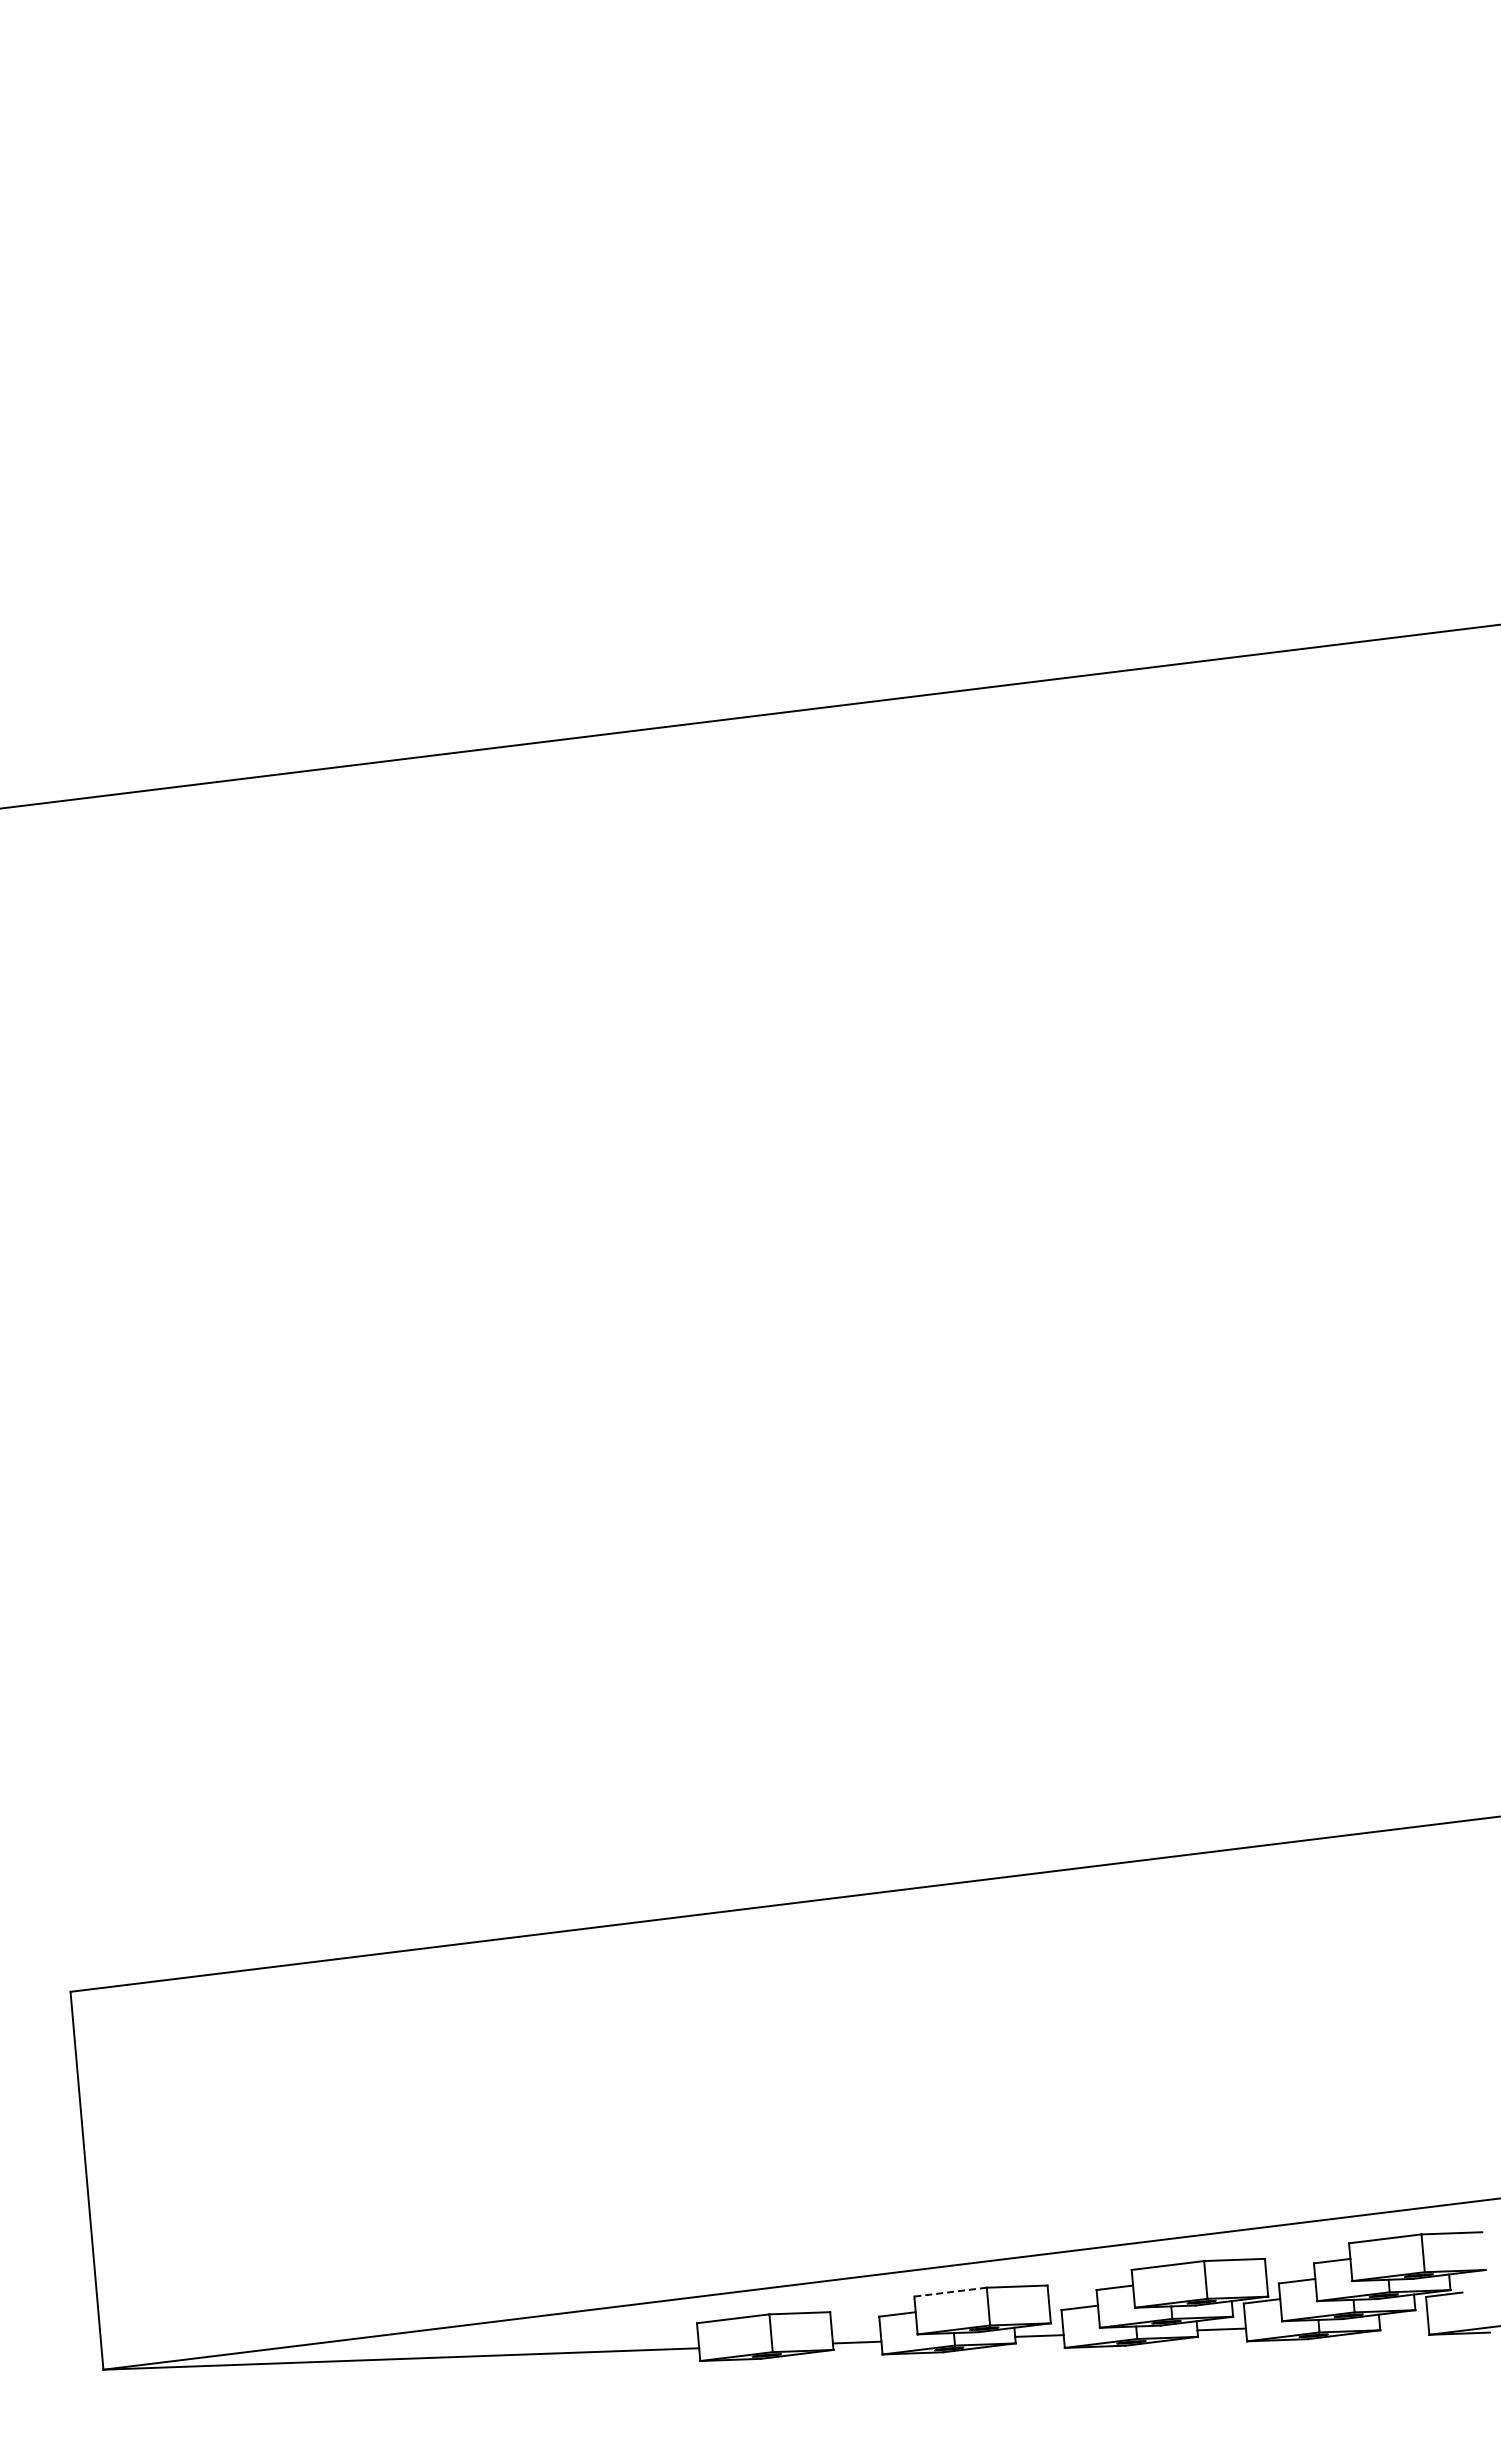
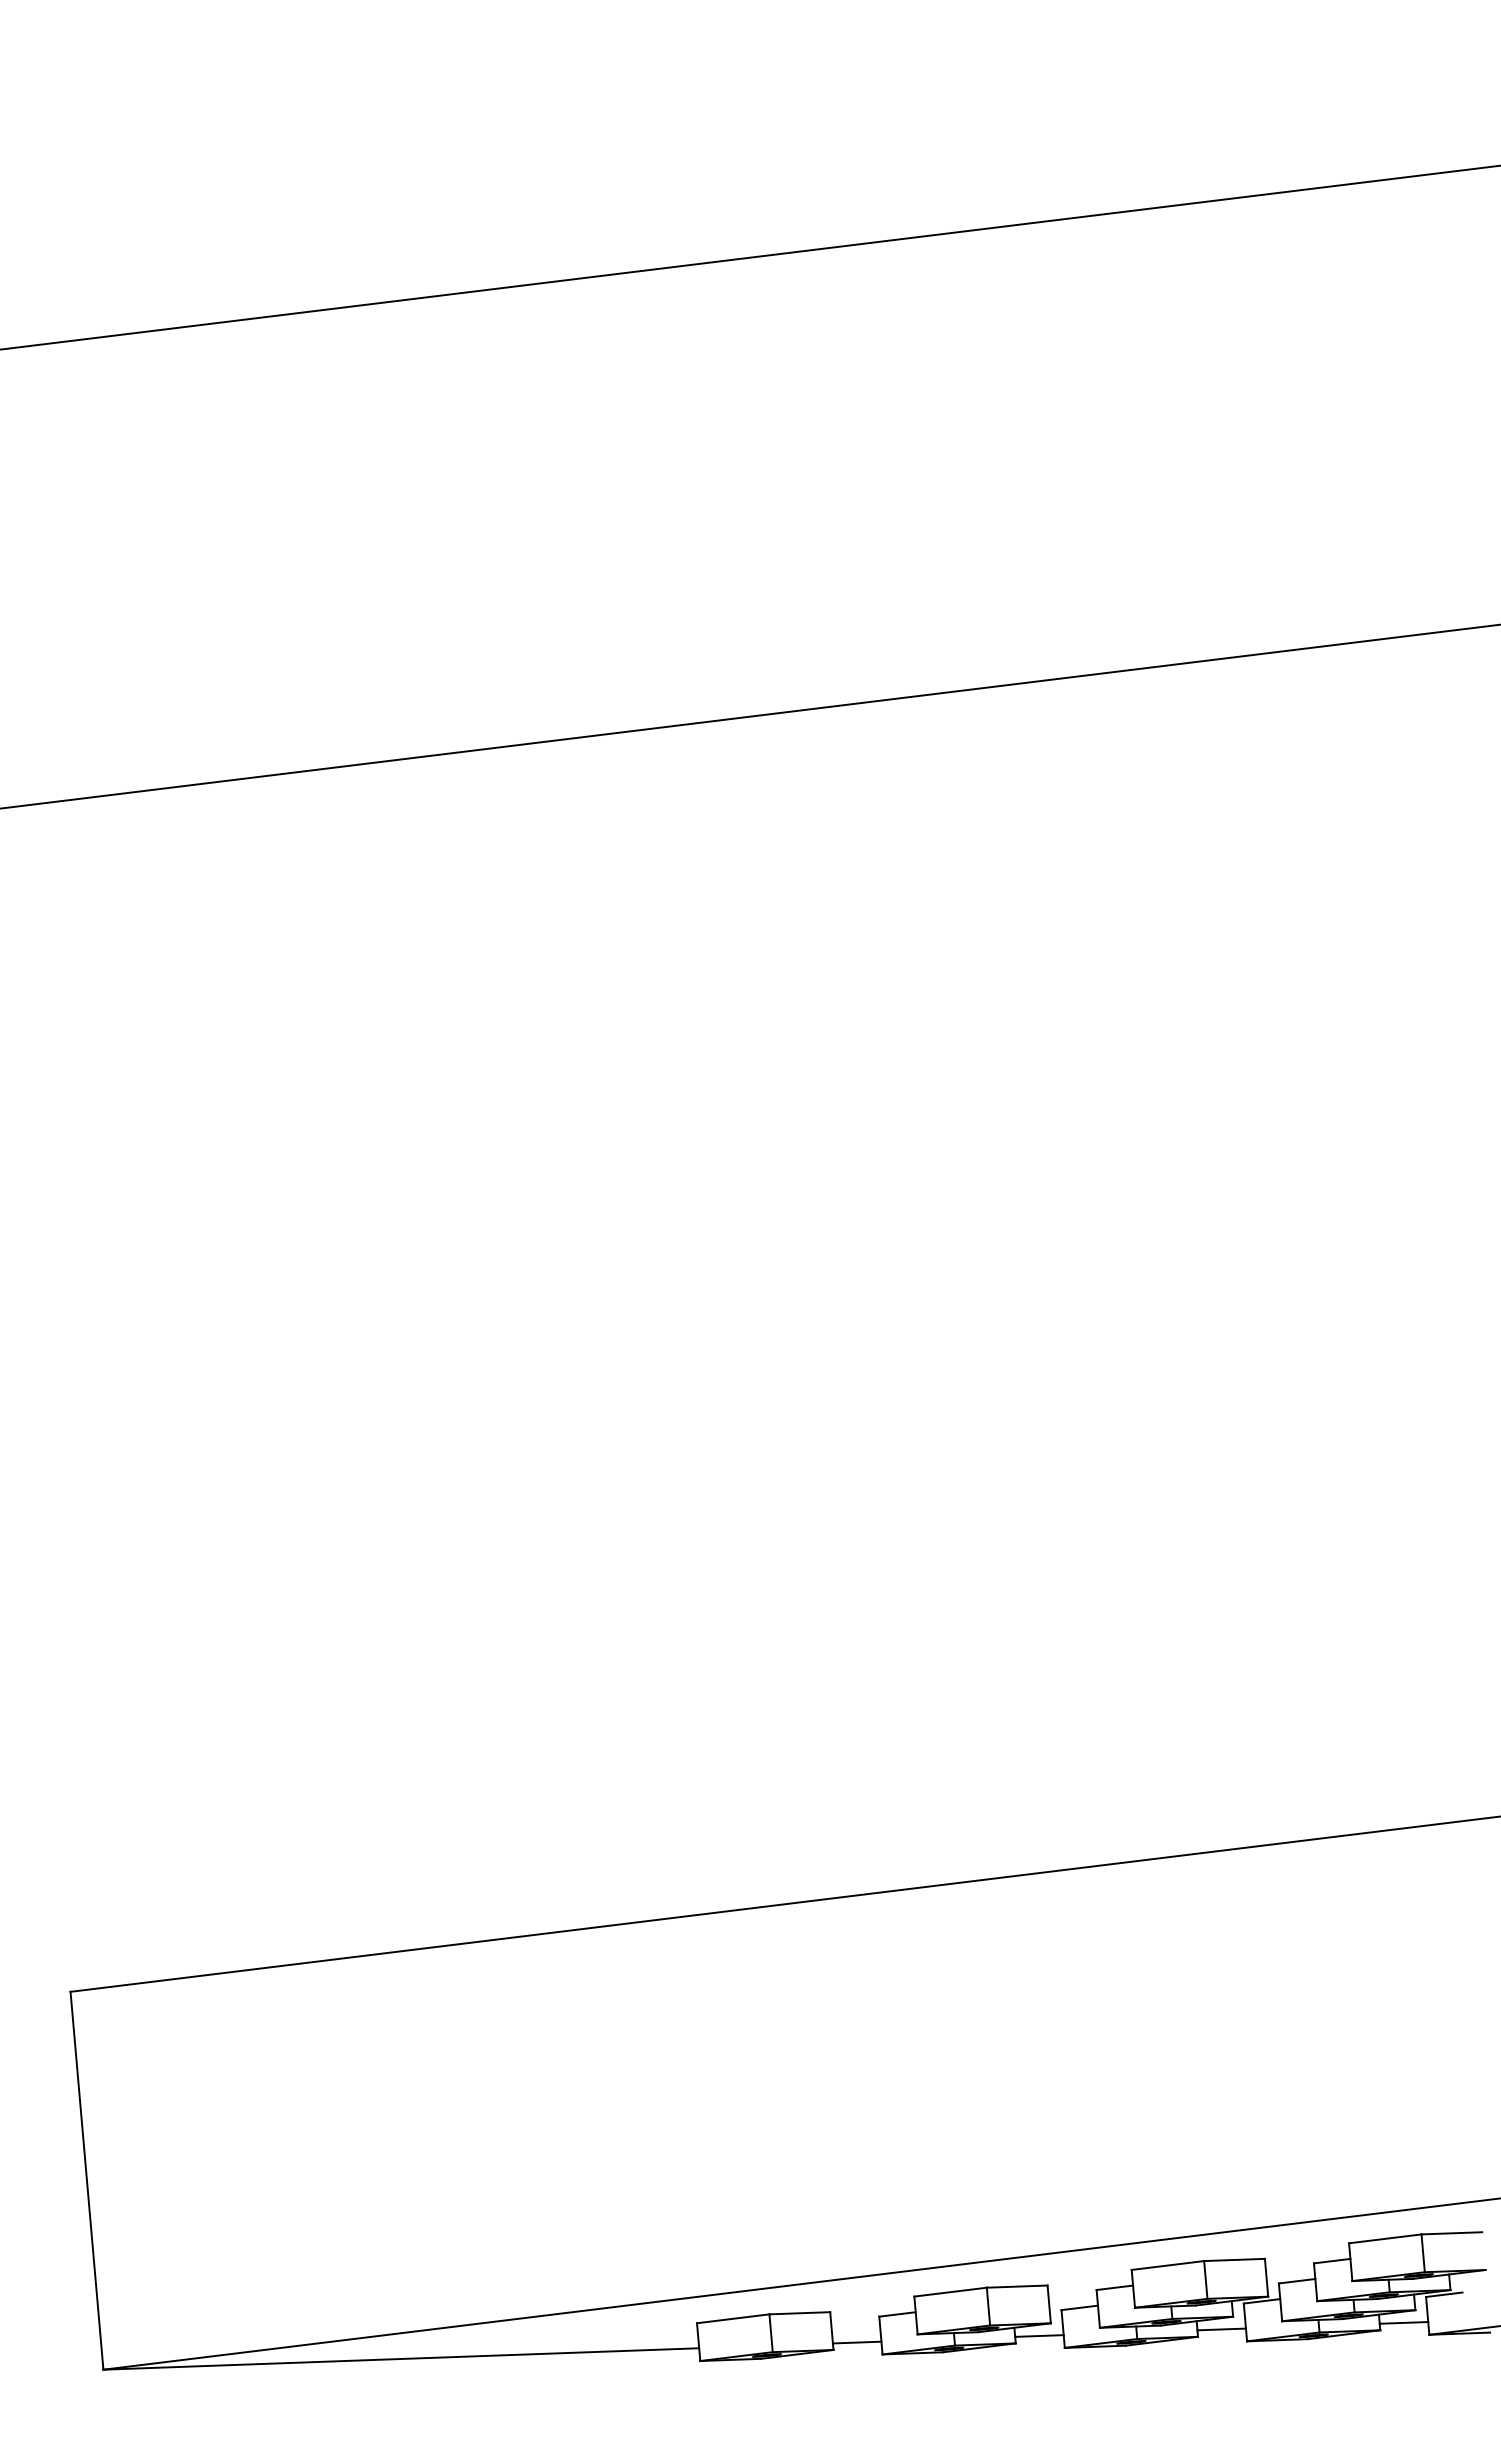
line at (749, 257): none -> present
line at (950, 2292): dashed -> solid
line at (1403, 2322): none -> present
